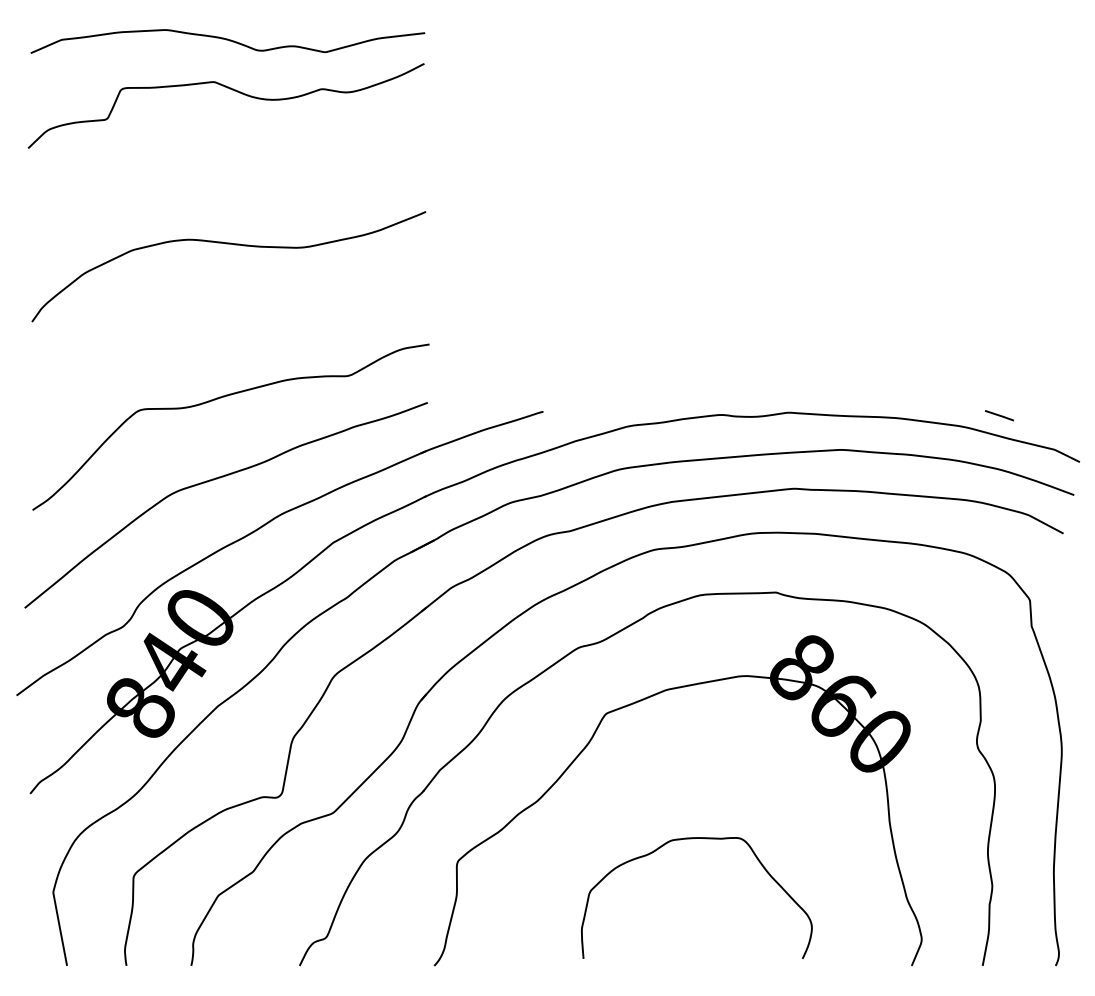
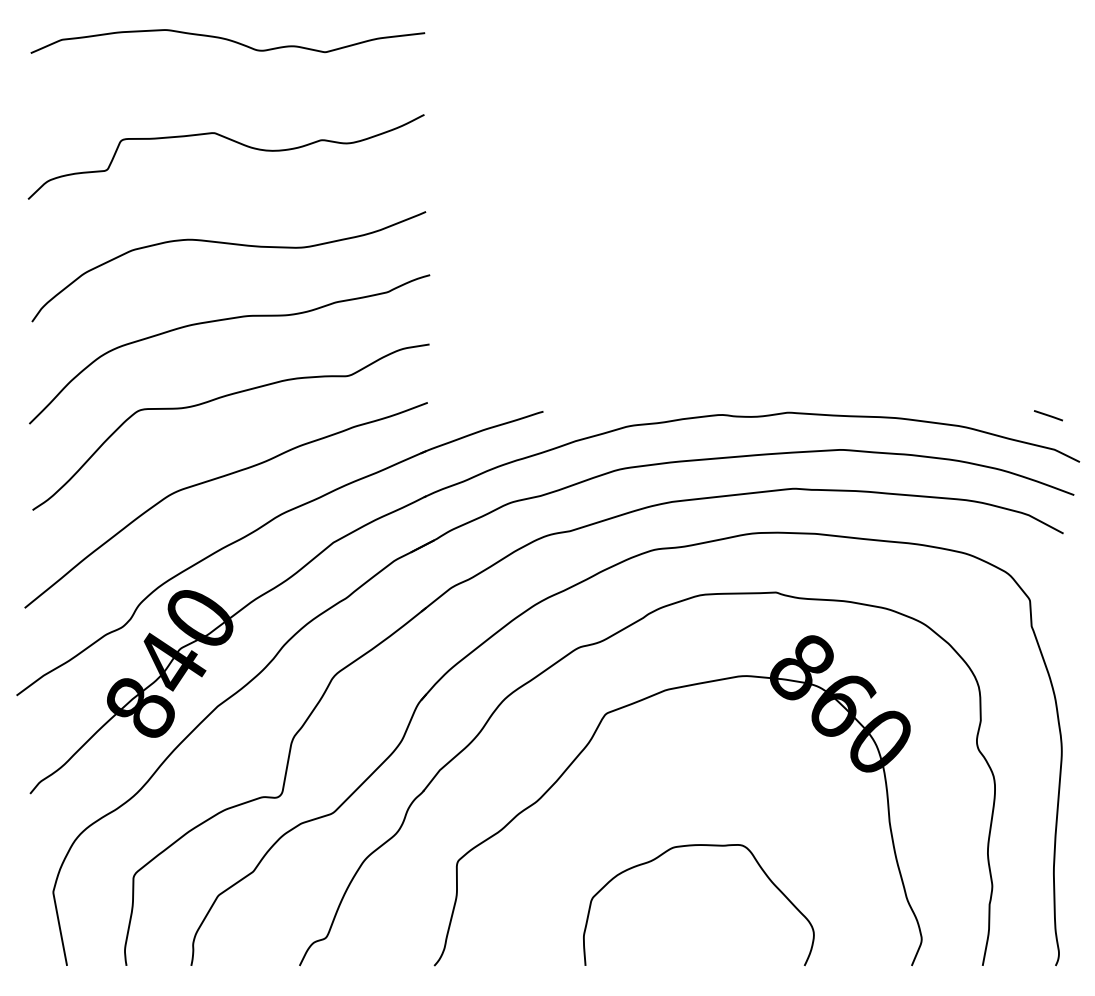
curve at (229, 89) position: (229, 89) -> (229, 140)
curve at (226, 320): none -> present
line at (999, 415) position: (999, 415) -> (1048, 415)
curve at (692, 839) position: (692, 839) -> (694, 846)
